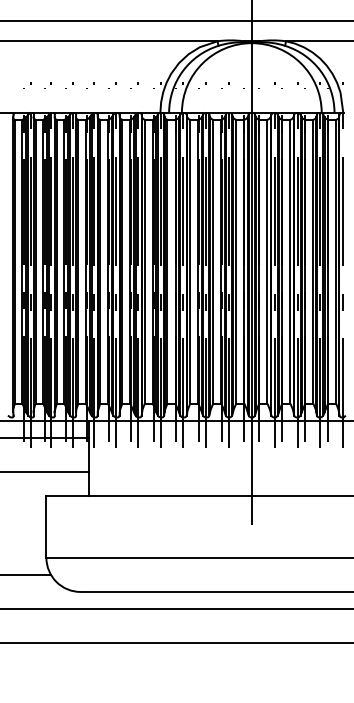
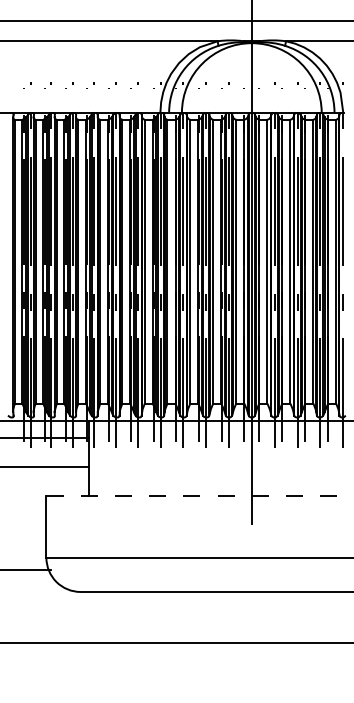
line at (45, 472) position: (45, 472) -> (45, 467)
line at (200, 496): solid -> dashed
line at (26, 574) position: (26, 574) -> (26, 569)
line at (176, 609): present -> none
